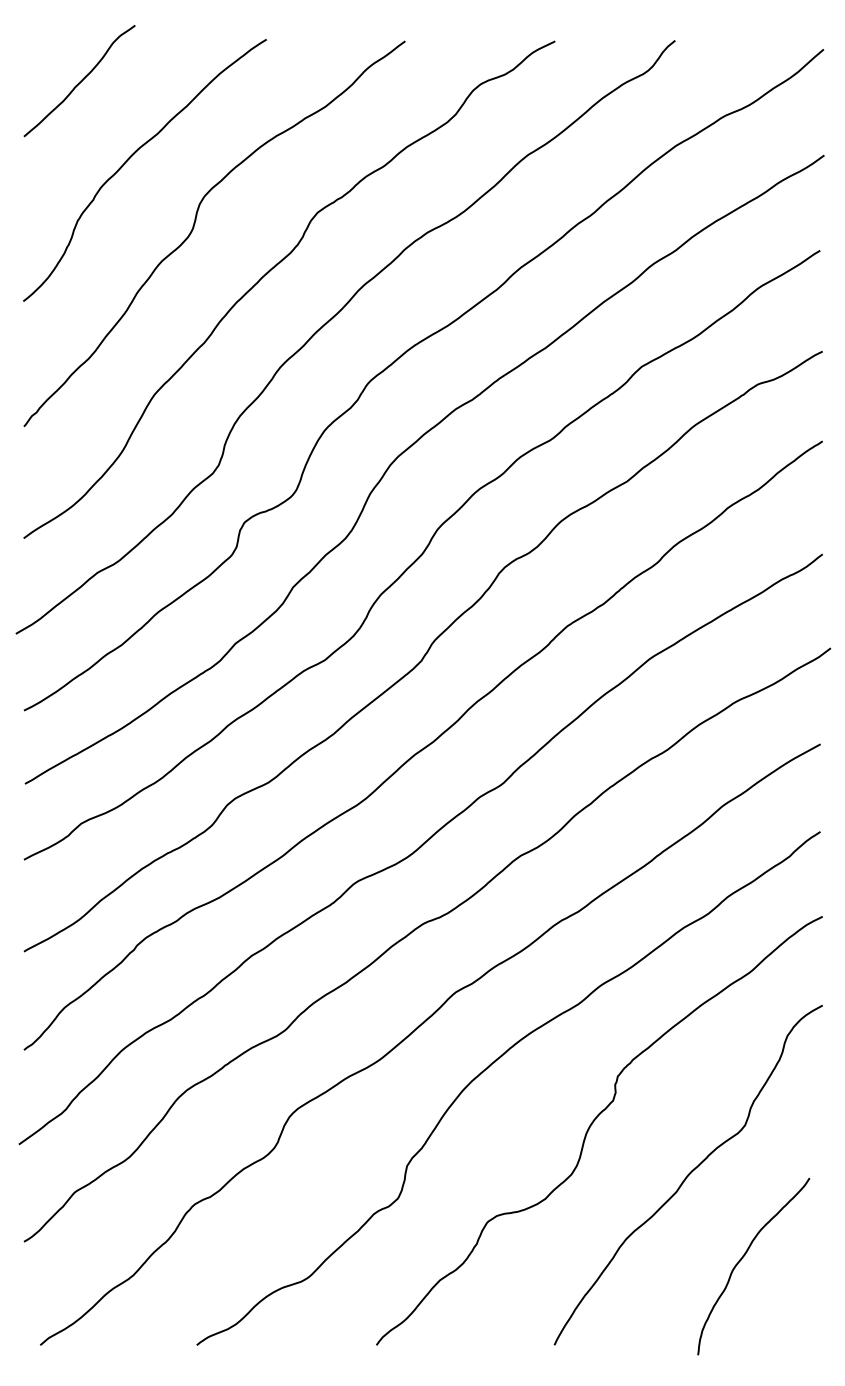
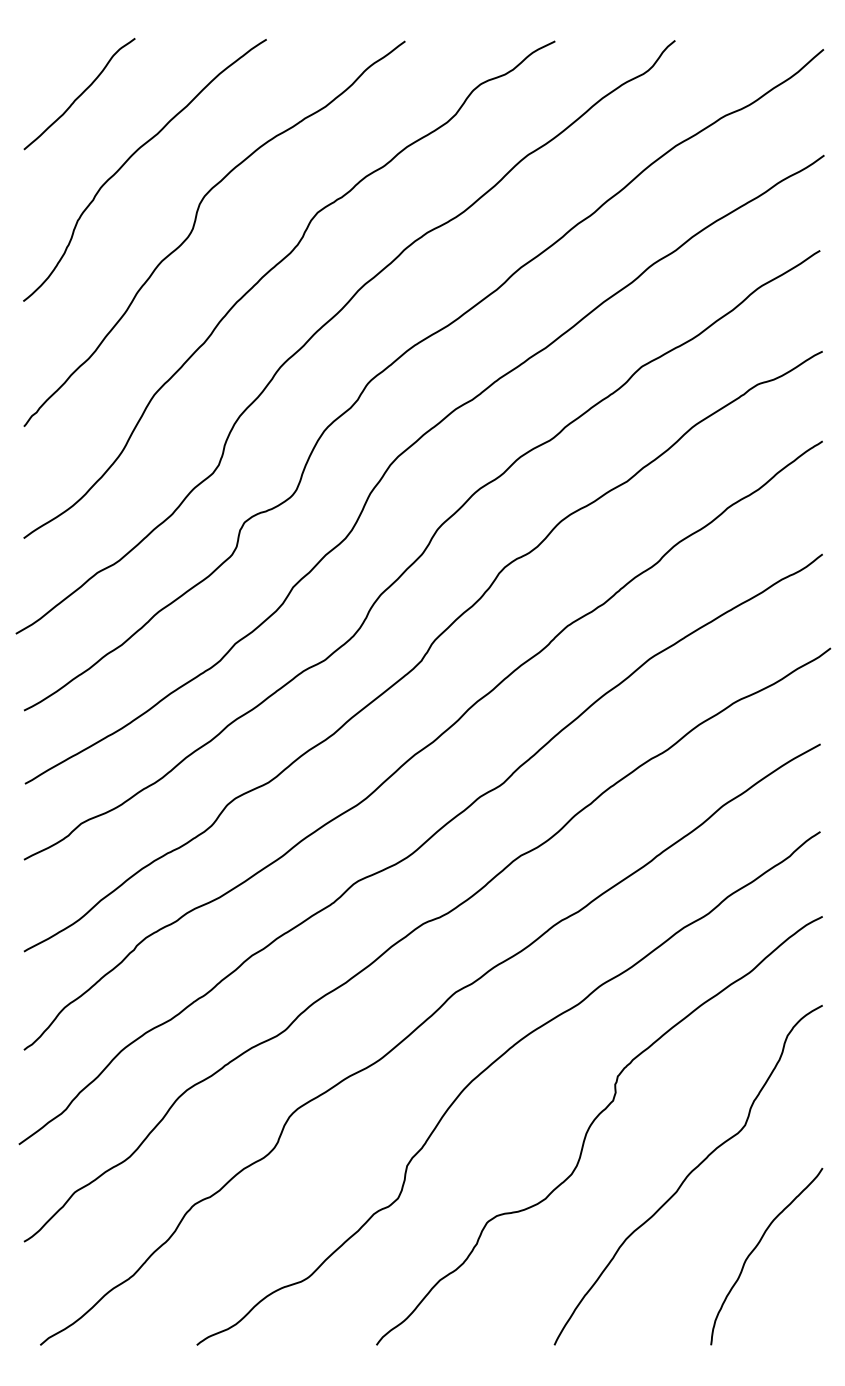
curve at (79, 81) position: (79, 81) -> (79, 94)
curve at (742, 1259) position: (742, 1259) -> (755, 1249)
